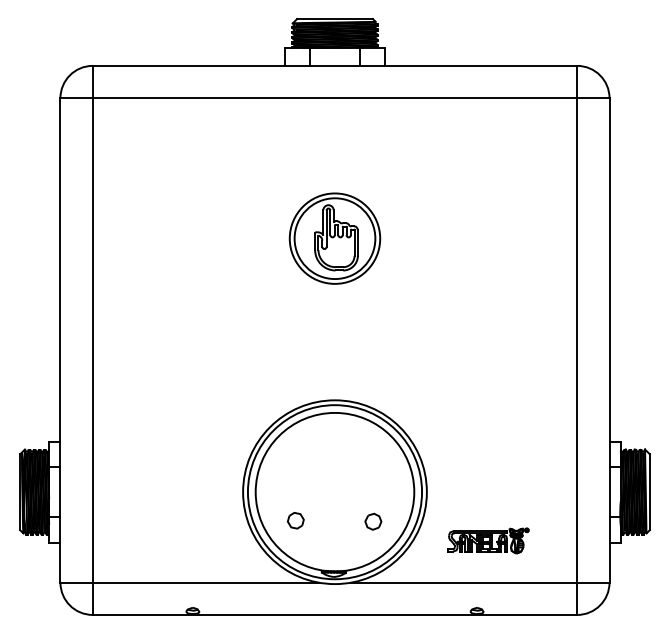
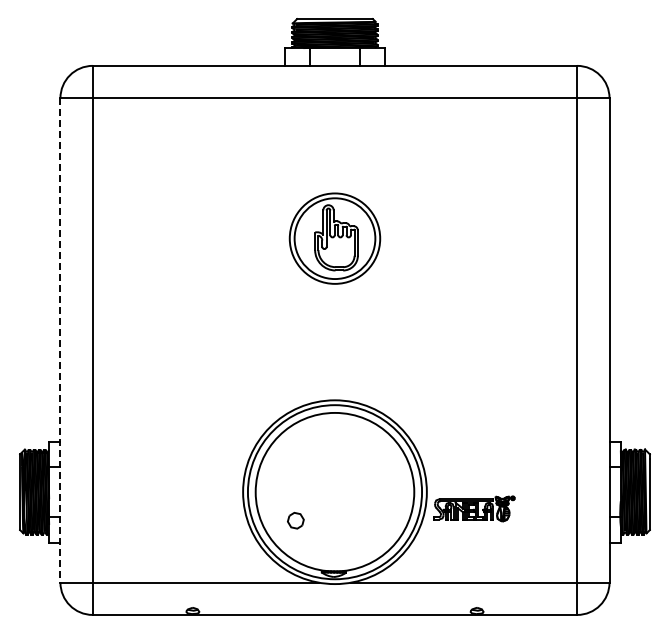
line at (60, 340): solid -> dashed
part at (373, 521): present -> none
part at (488, 540) position: (488, 540) -> (474, 508)
